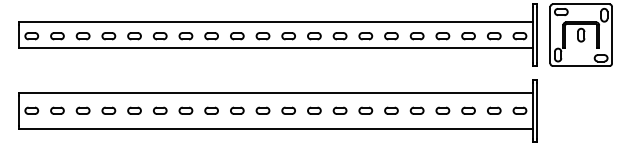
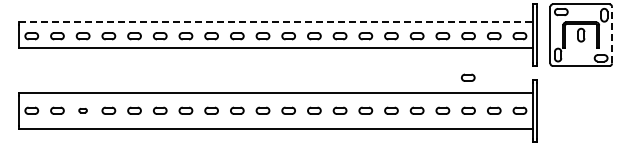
line at (275, 22): solid -> dashed
line at (612, 34): solid -> dashed
part at (468, 77): none -> present
part at (82, 110) size: 16x9 px -> 10x6 px
